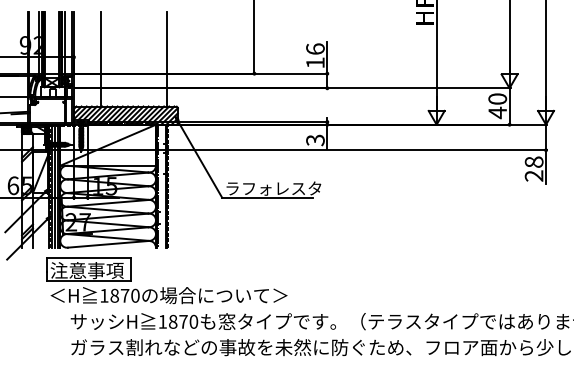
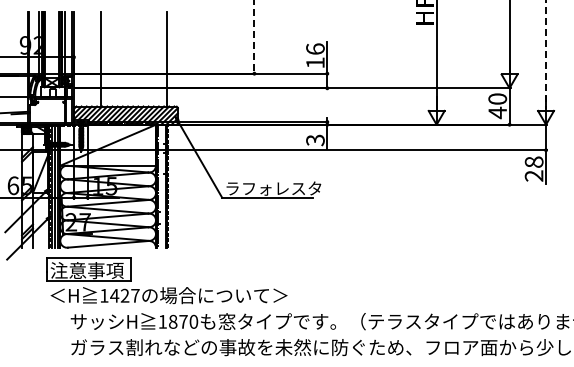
line at (254, 37): solid -> dashed
line at (546, 54): solid -> dashed
text at (124, 295): 1870 -> 1427
